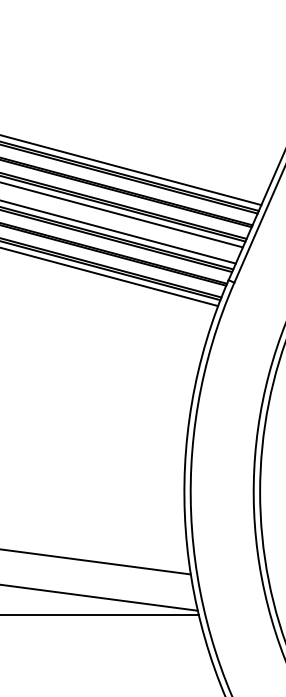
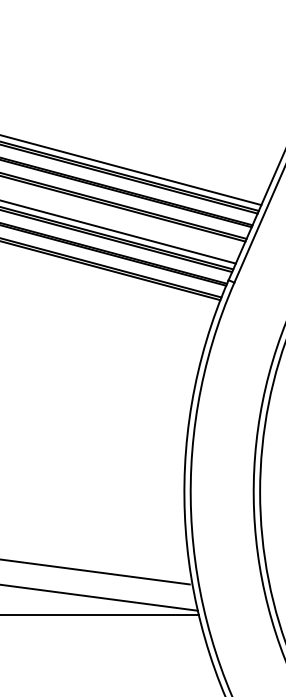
line at (122, 214): present -> none
line at (110, 277): present -> none
line at (96, 561) position: (96, 561) -> (95, 571)
